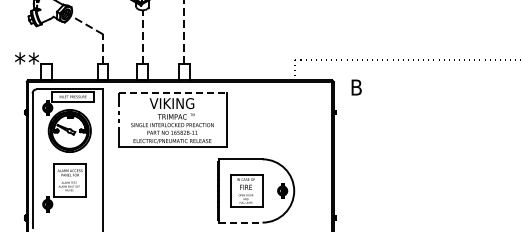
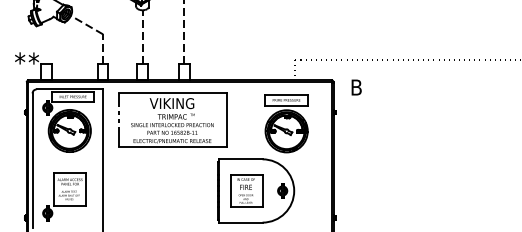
line at (172, 93): dashed -> solid
part at (286, 123): none -> present
part at (64, 187) position: (64, 187) -> (64, 196)
line at (240, 222): dashed -> solid
